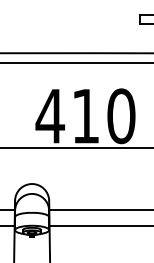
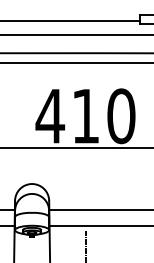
line at (71, 21): none -> present
line at (76, 35): none -> present
line at (85, 245): none -> present
